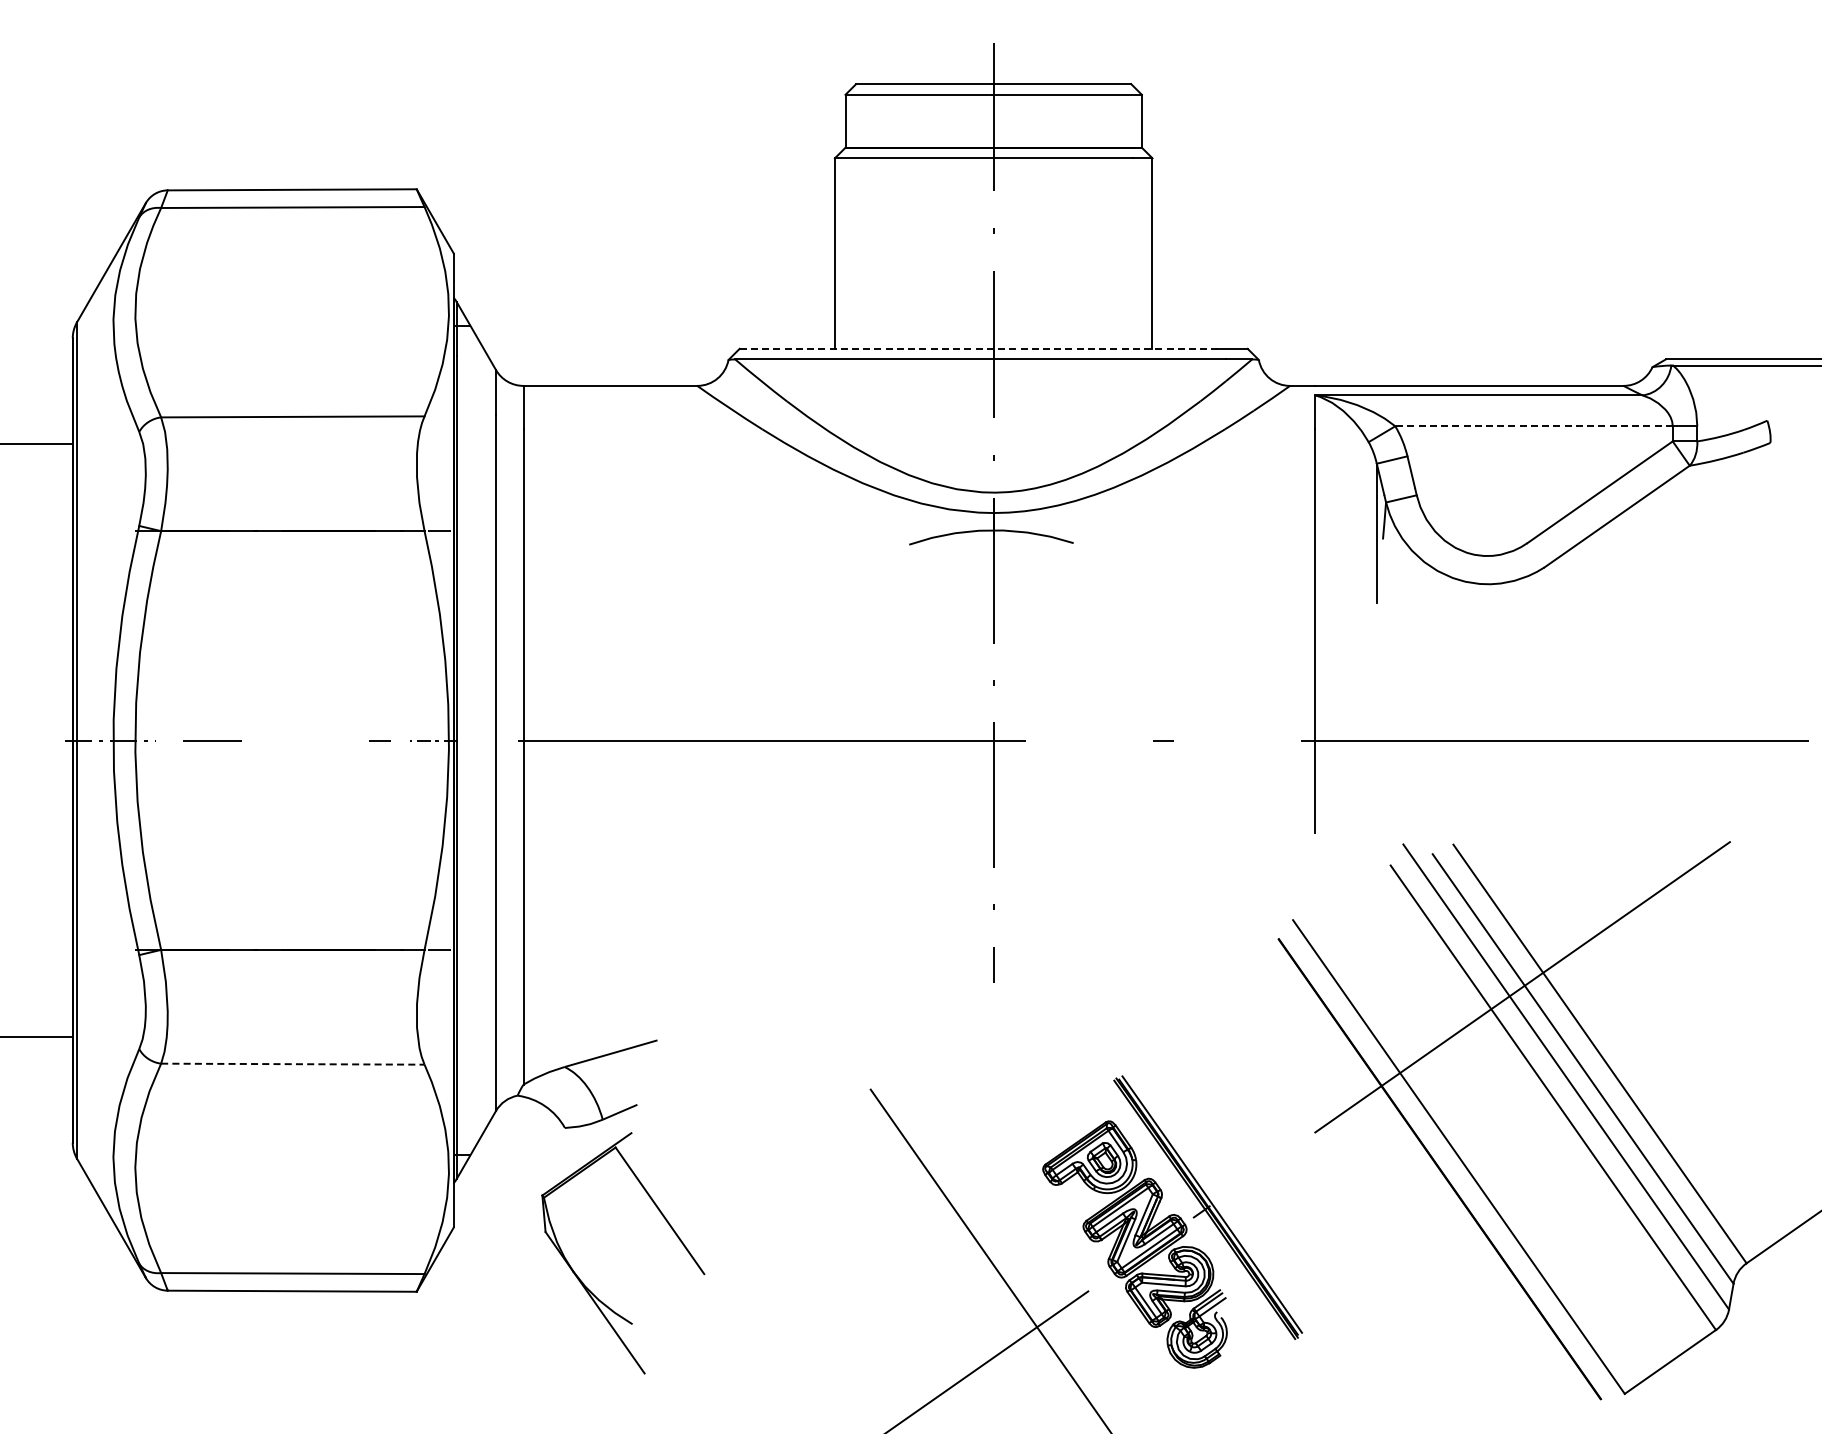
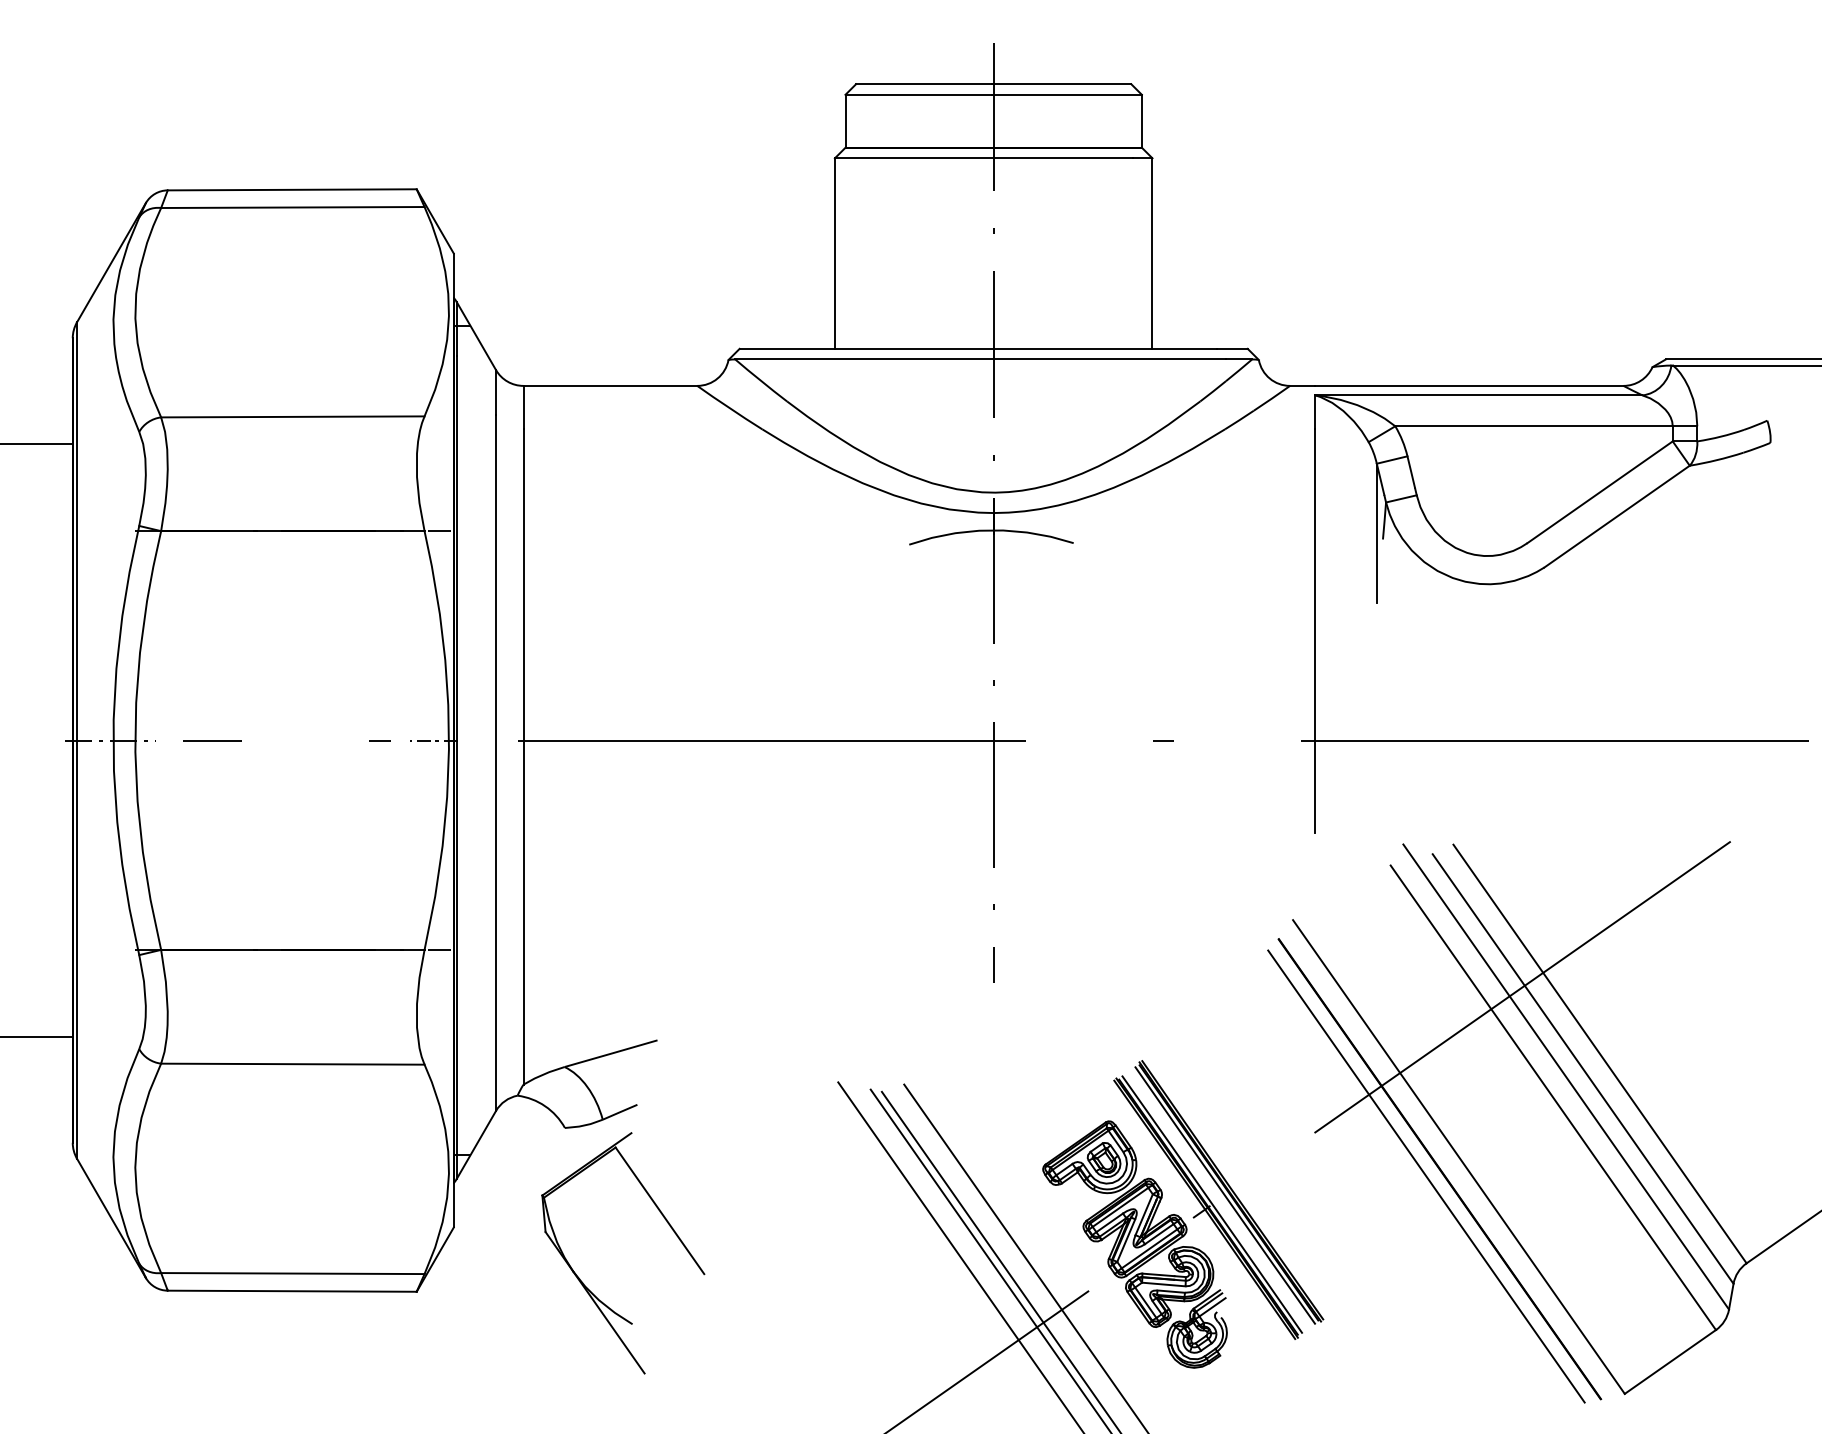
line at (978, 348): dashed -> solid
line at (1534, 426): dashed -> solid
line at (292, 1064): dashed -> solid
line at (1426, 1176): none -> present
part at (1229, 1192): none -> present
line at (960, 1256): none -> present
line at (1025, 1257): none -> present
line at (1000, 1260): none -> present
